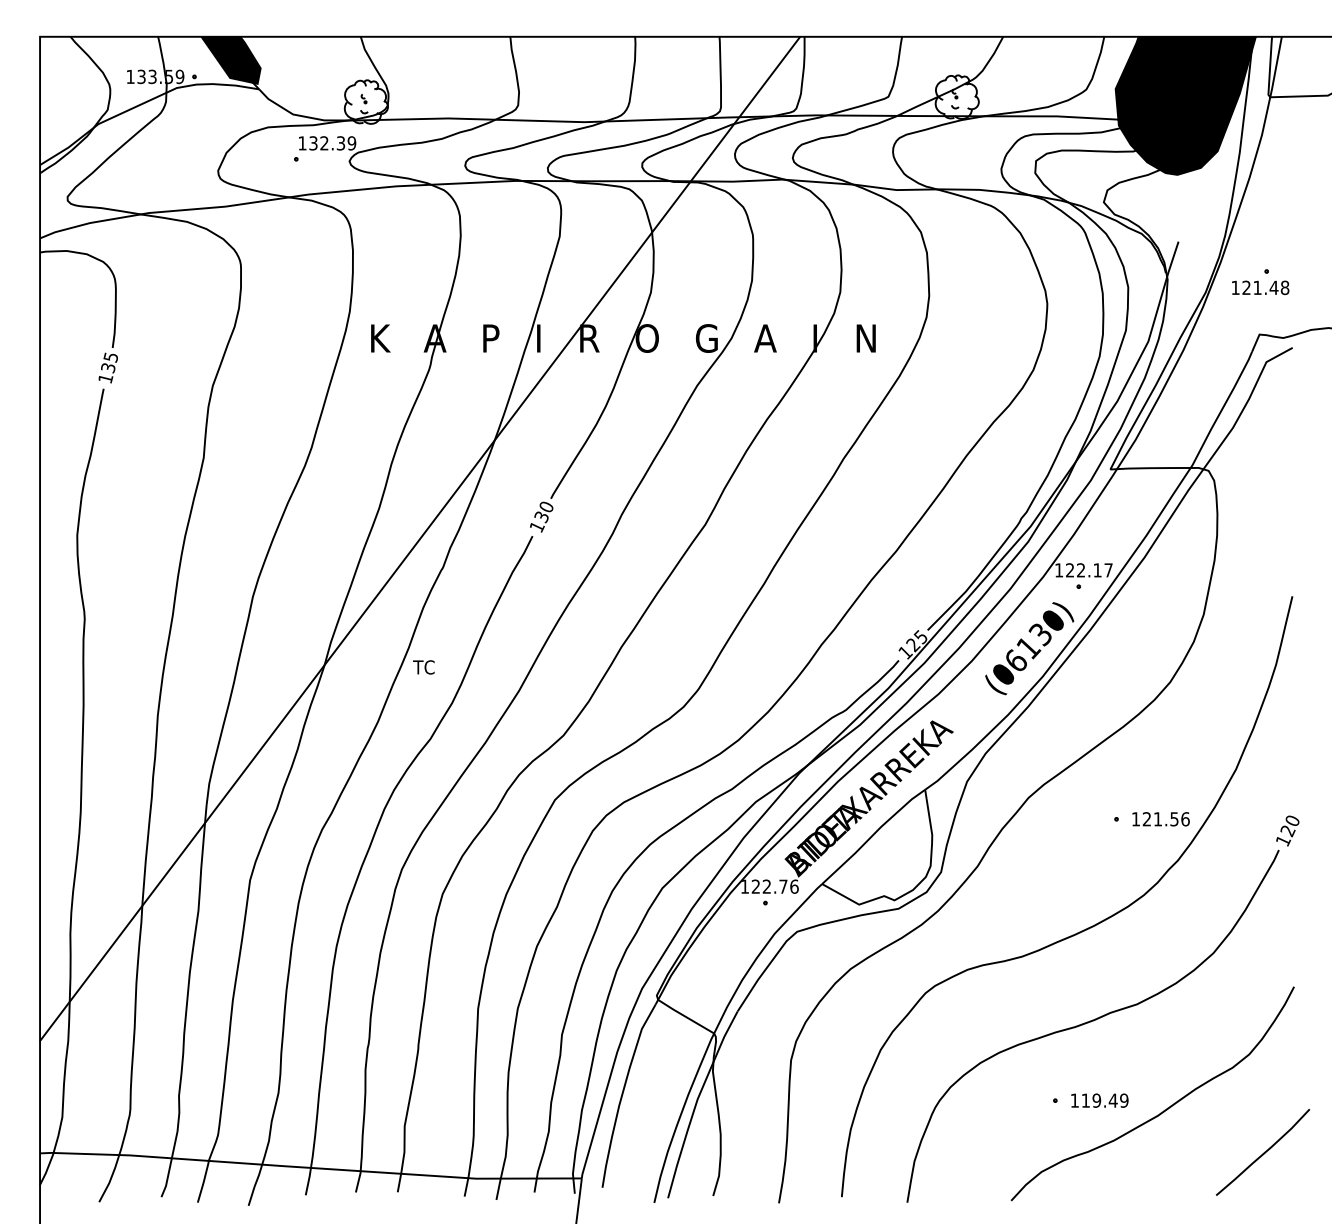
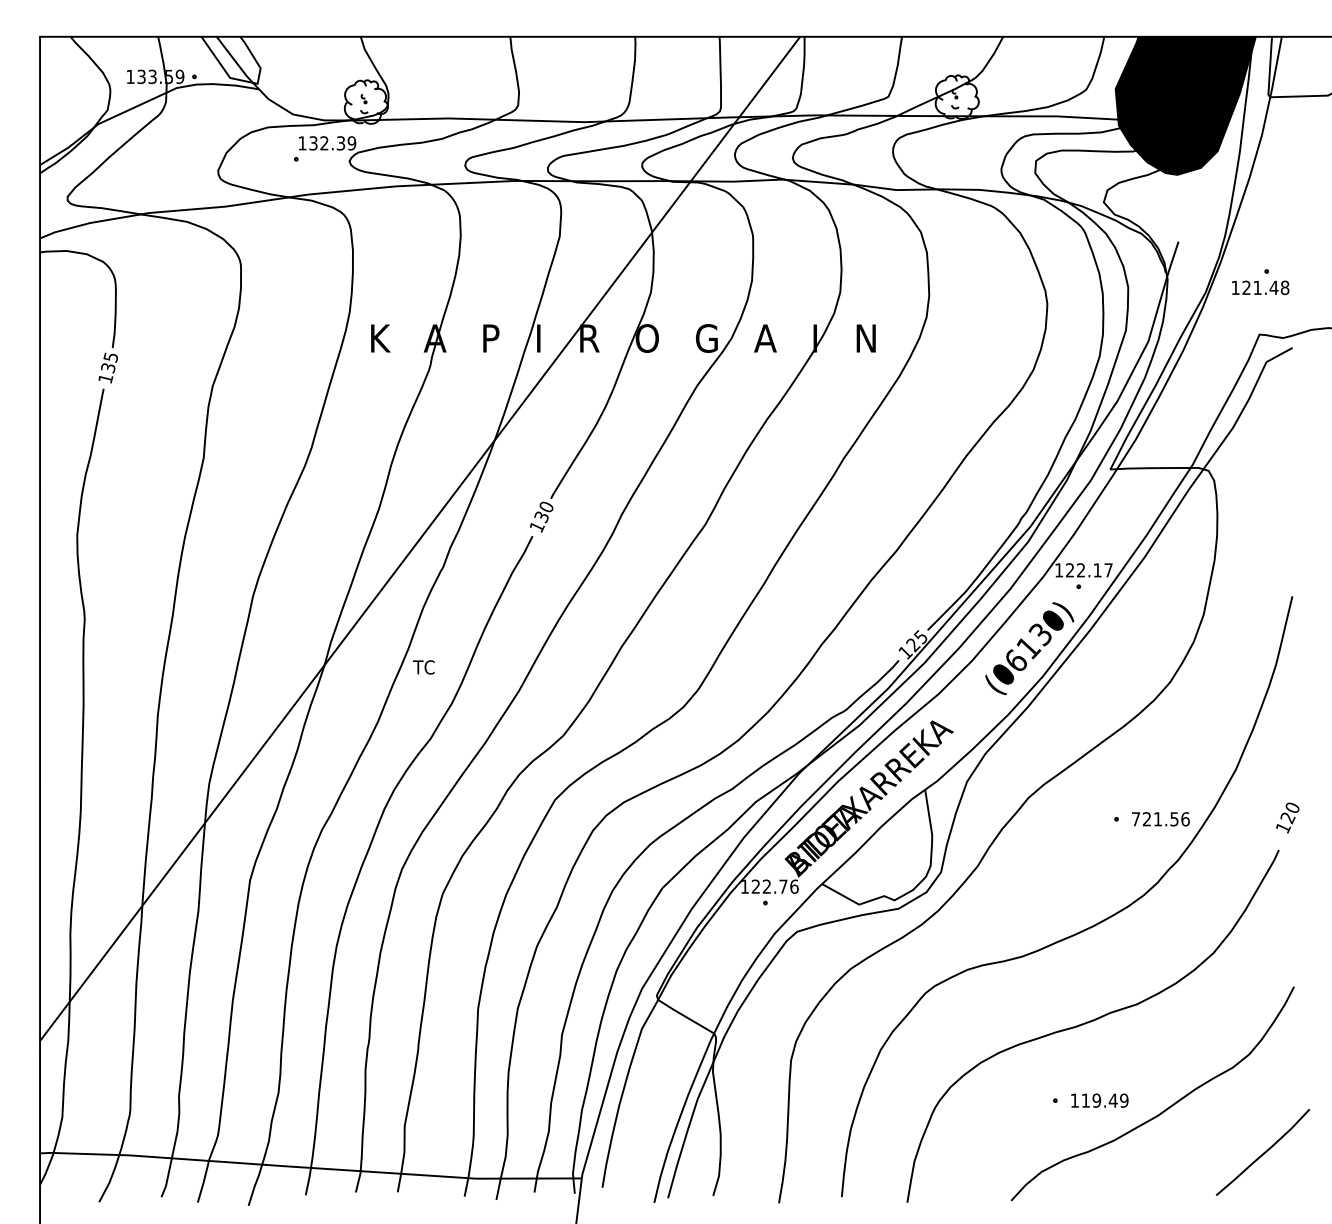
fill at (230, 59): present -> none
text at (1135, 819): 121.56 -> 721.56
text at (1287, 830) position: (1287, 830) -> (1287, 817)
